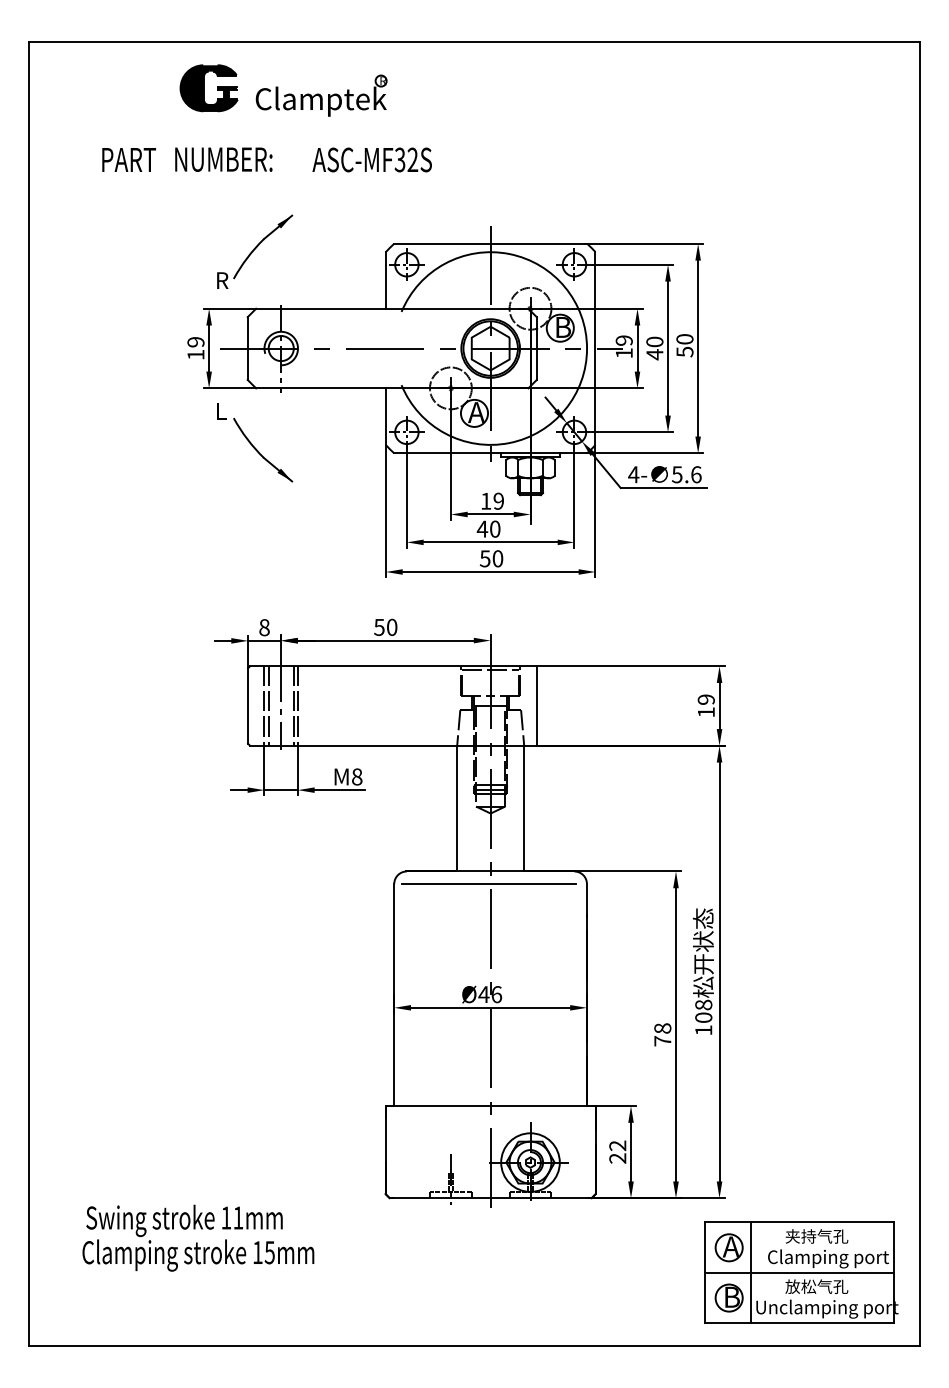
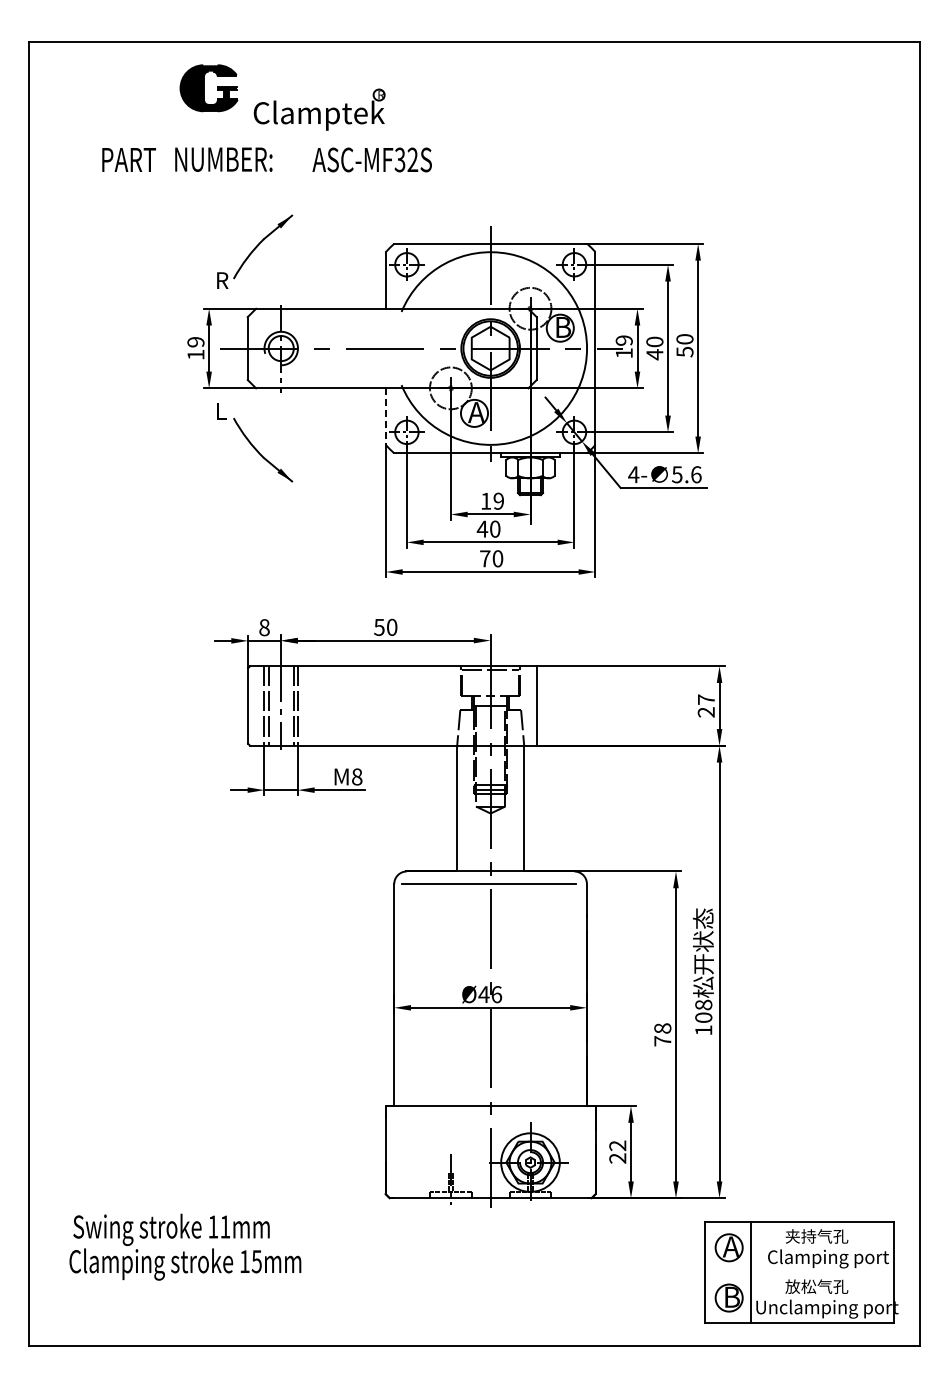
part at (321, 95) position: (321, 95) -> (319, 109)
line at (385, 417): solid -> dashed
text at (484, 558): 50 -> 70
text at (705, 705): 19 -> 27
text at (198, 1237) position: (198, 1237) -> (185, 1246)
line at (799, 1272): present -> none
